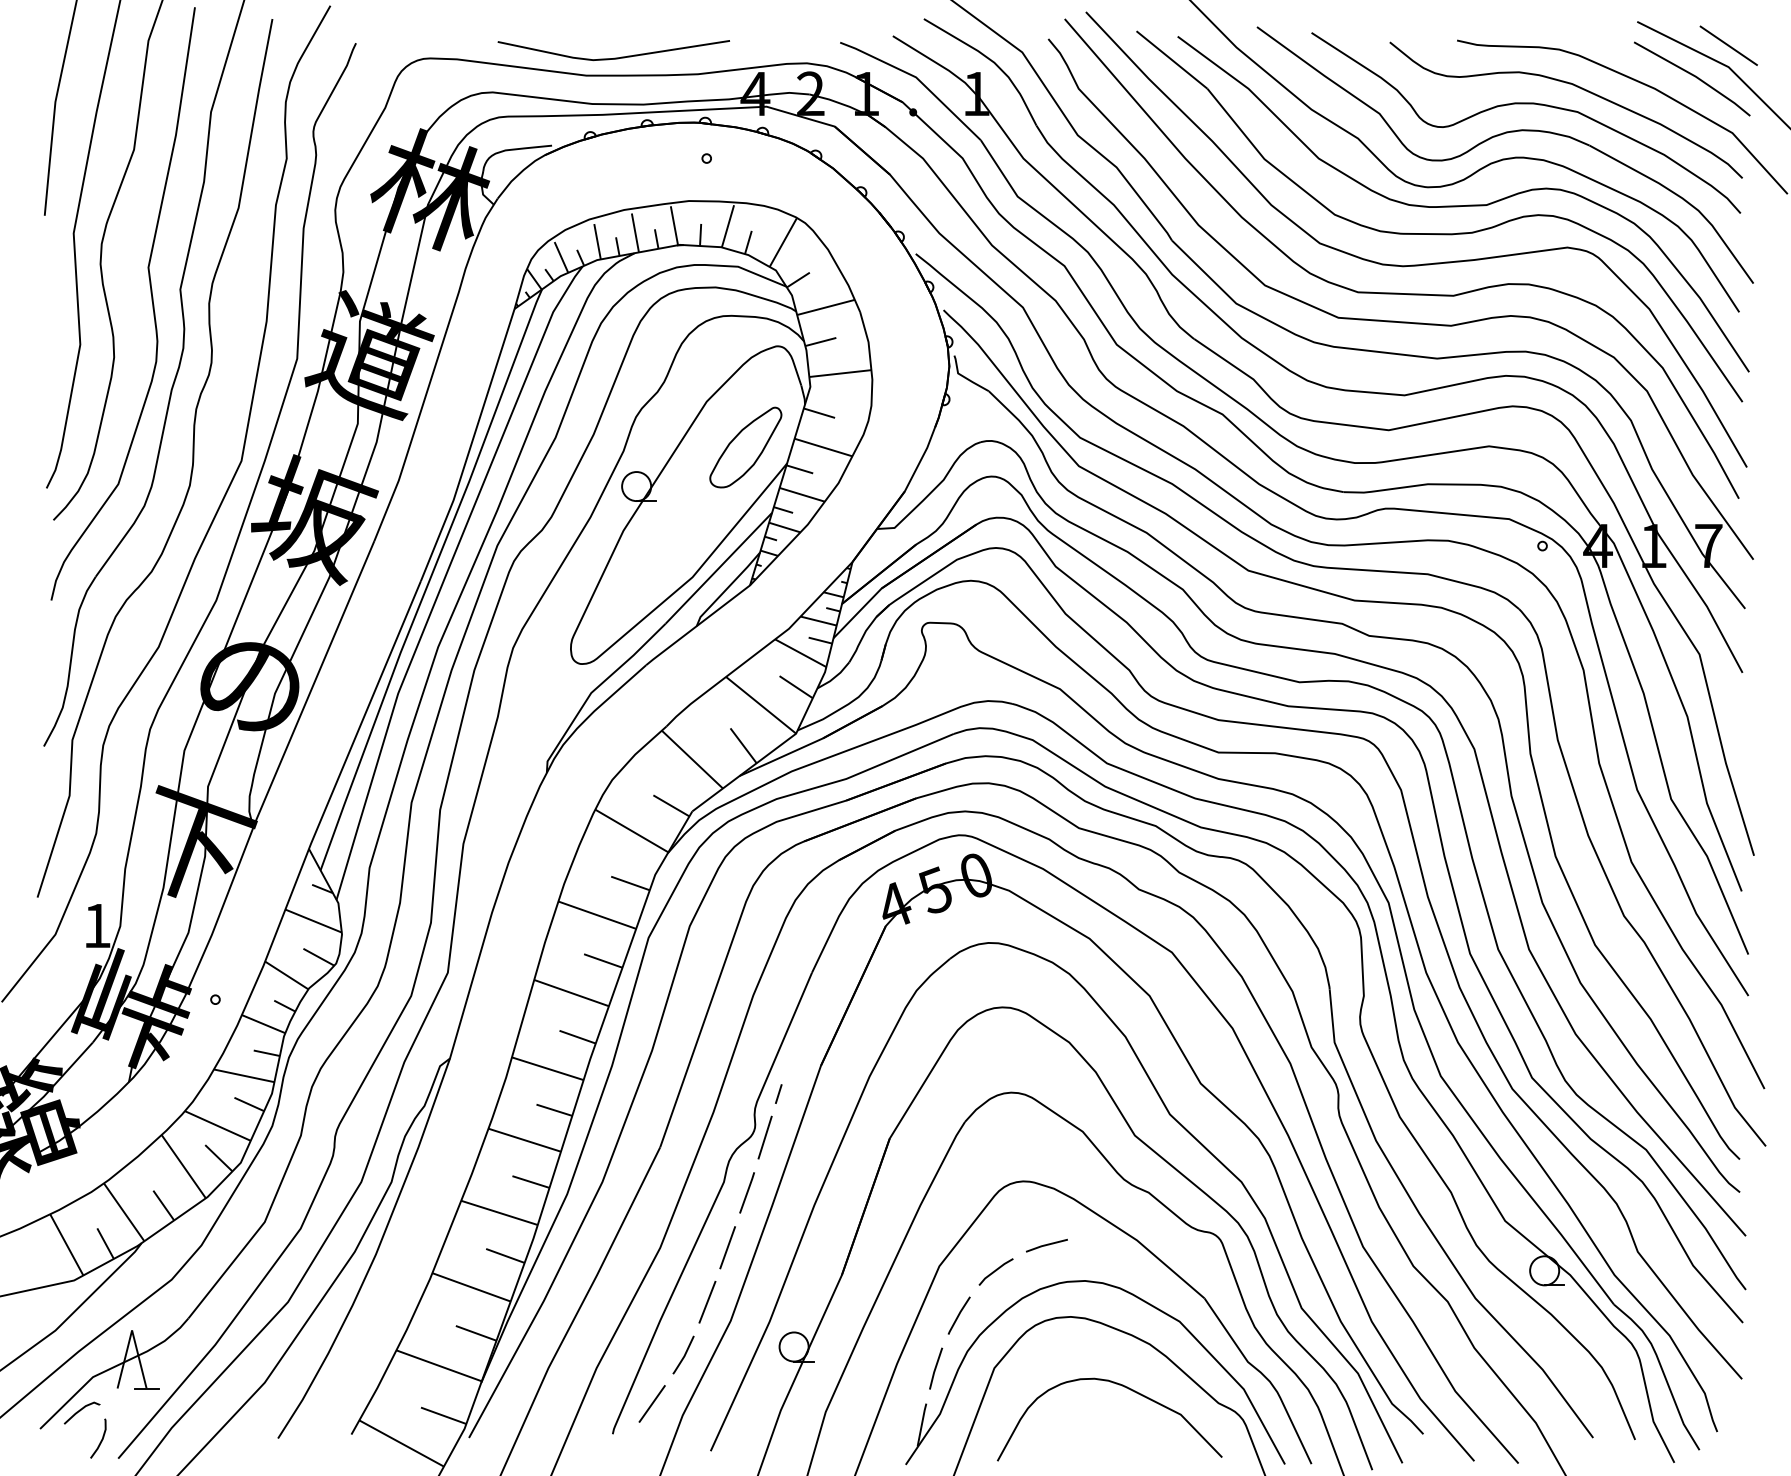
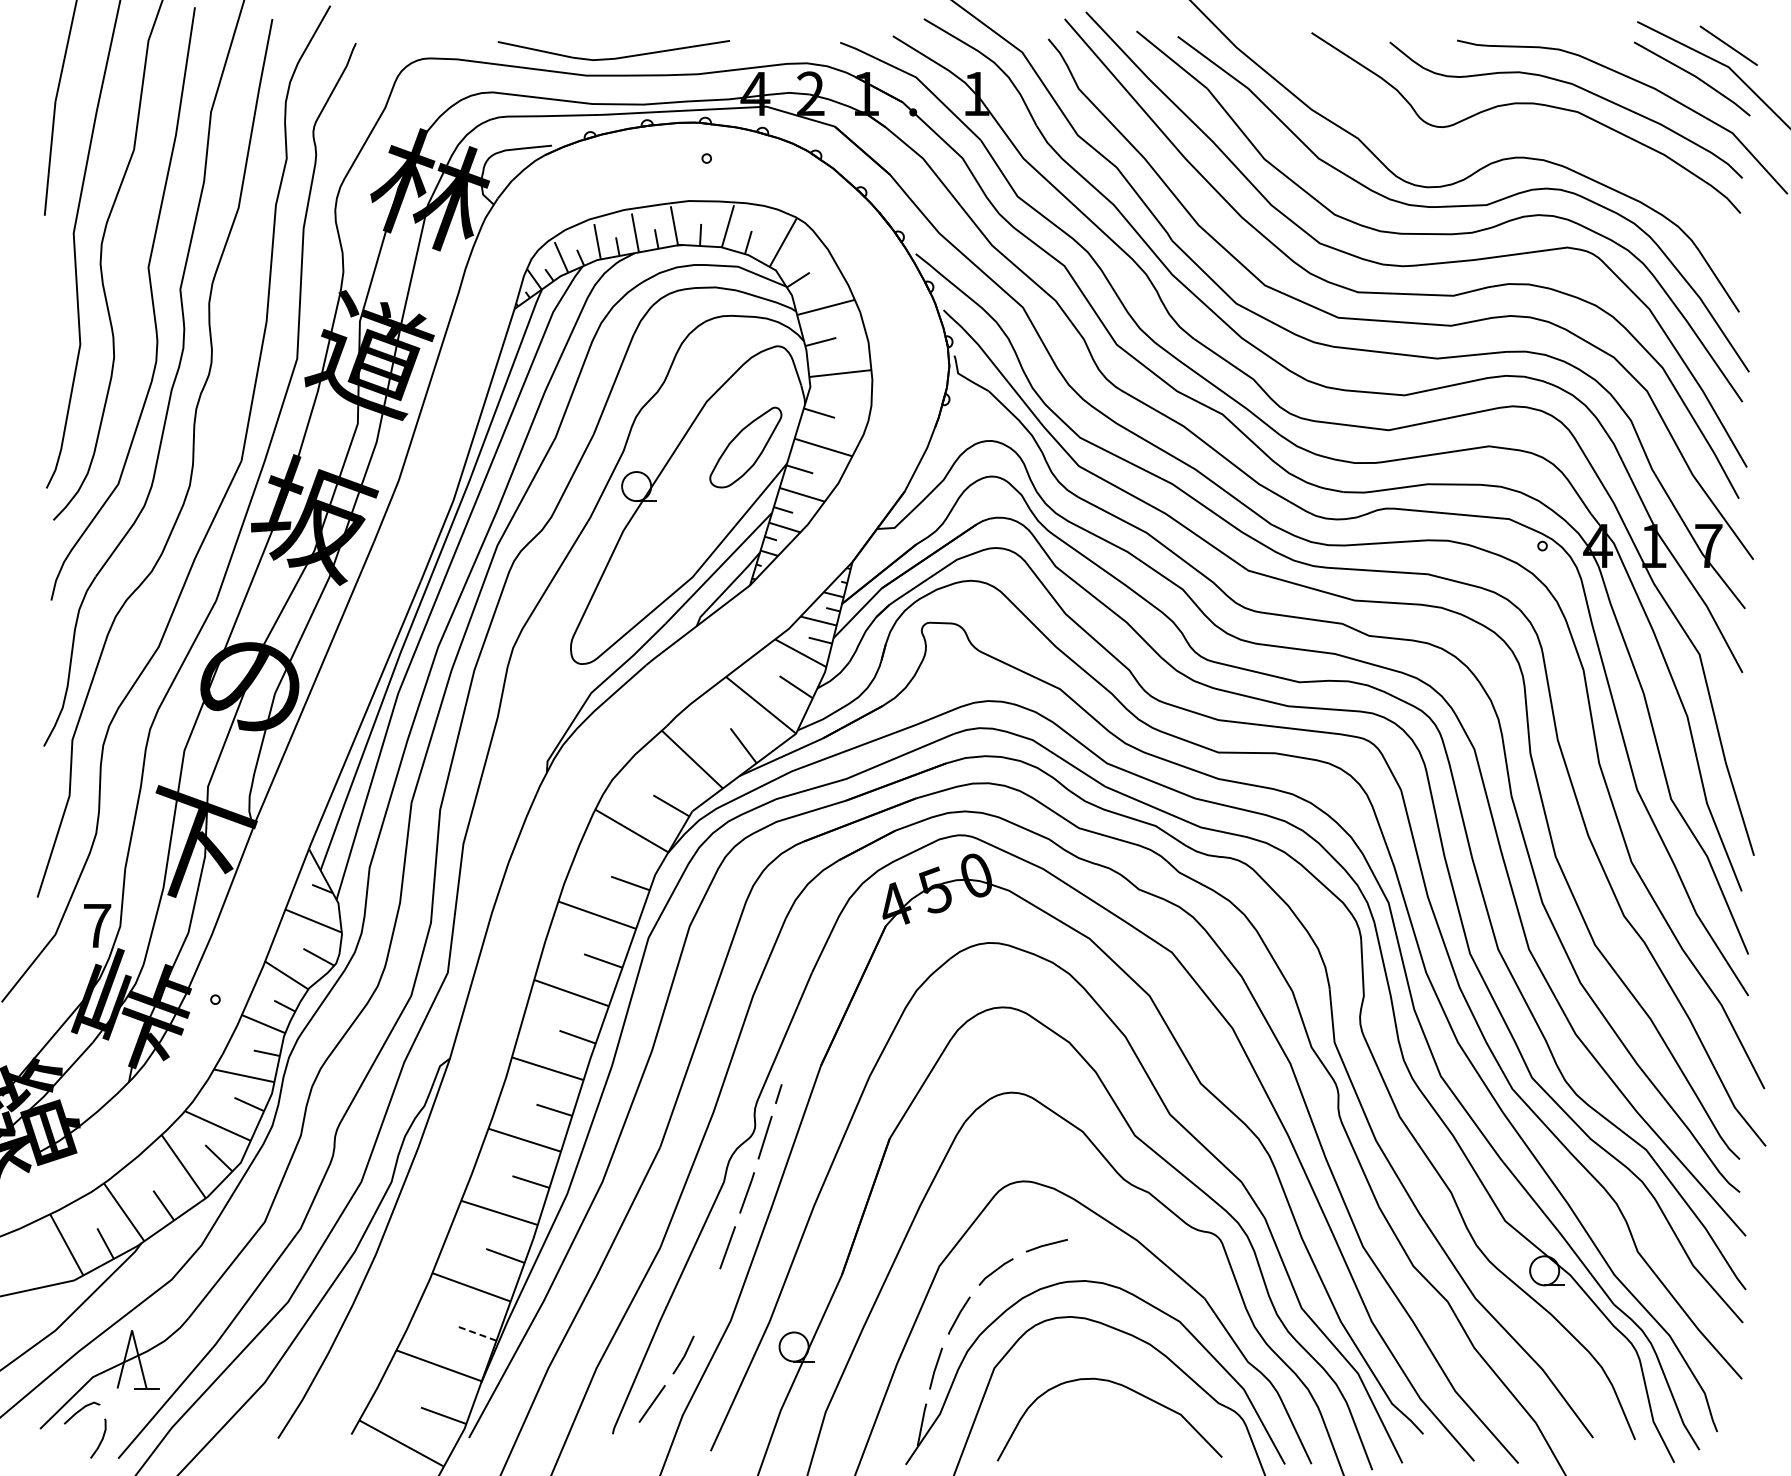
part at (1498, 136): present -> none
text at (97, 925): 1 -> 7
line at (707, 1301): present -> none
line at (476, 1333): solid -> dashed
